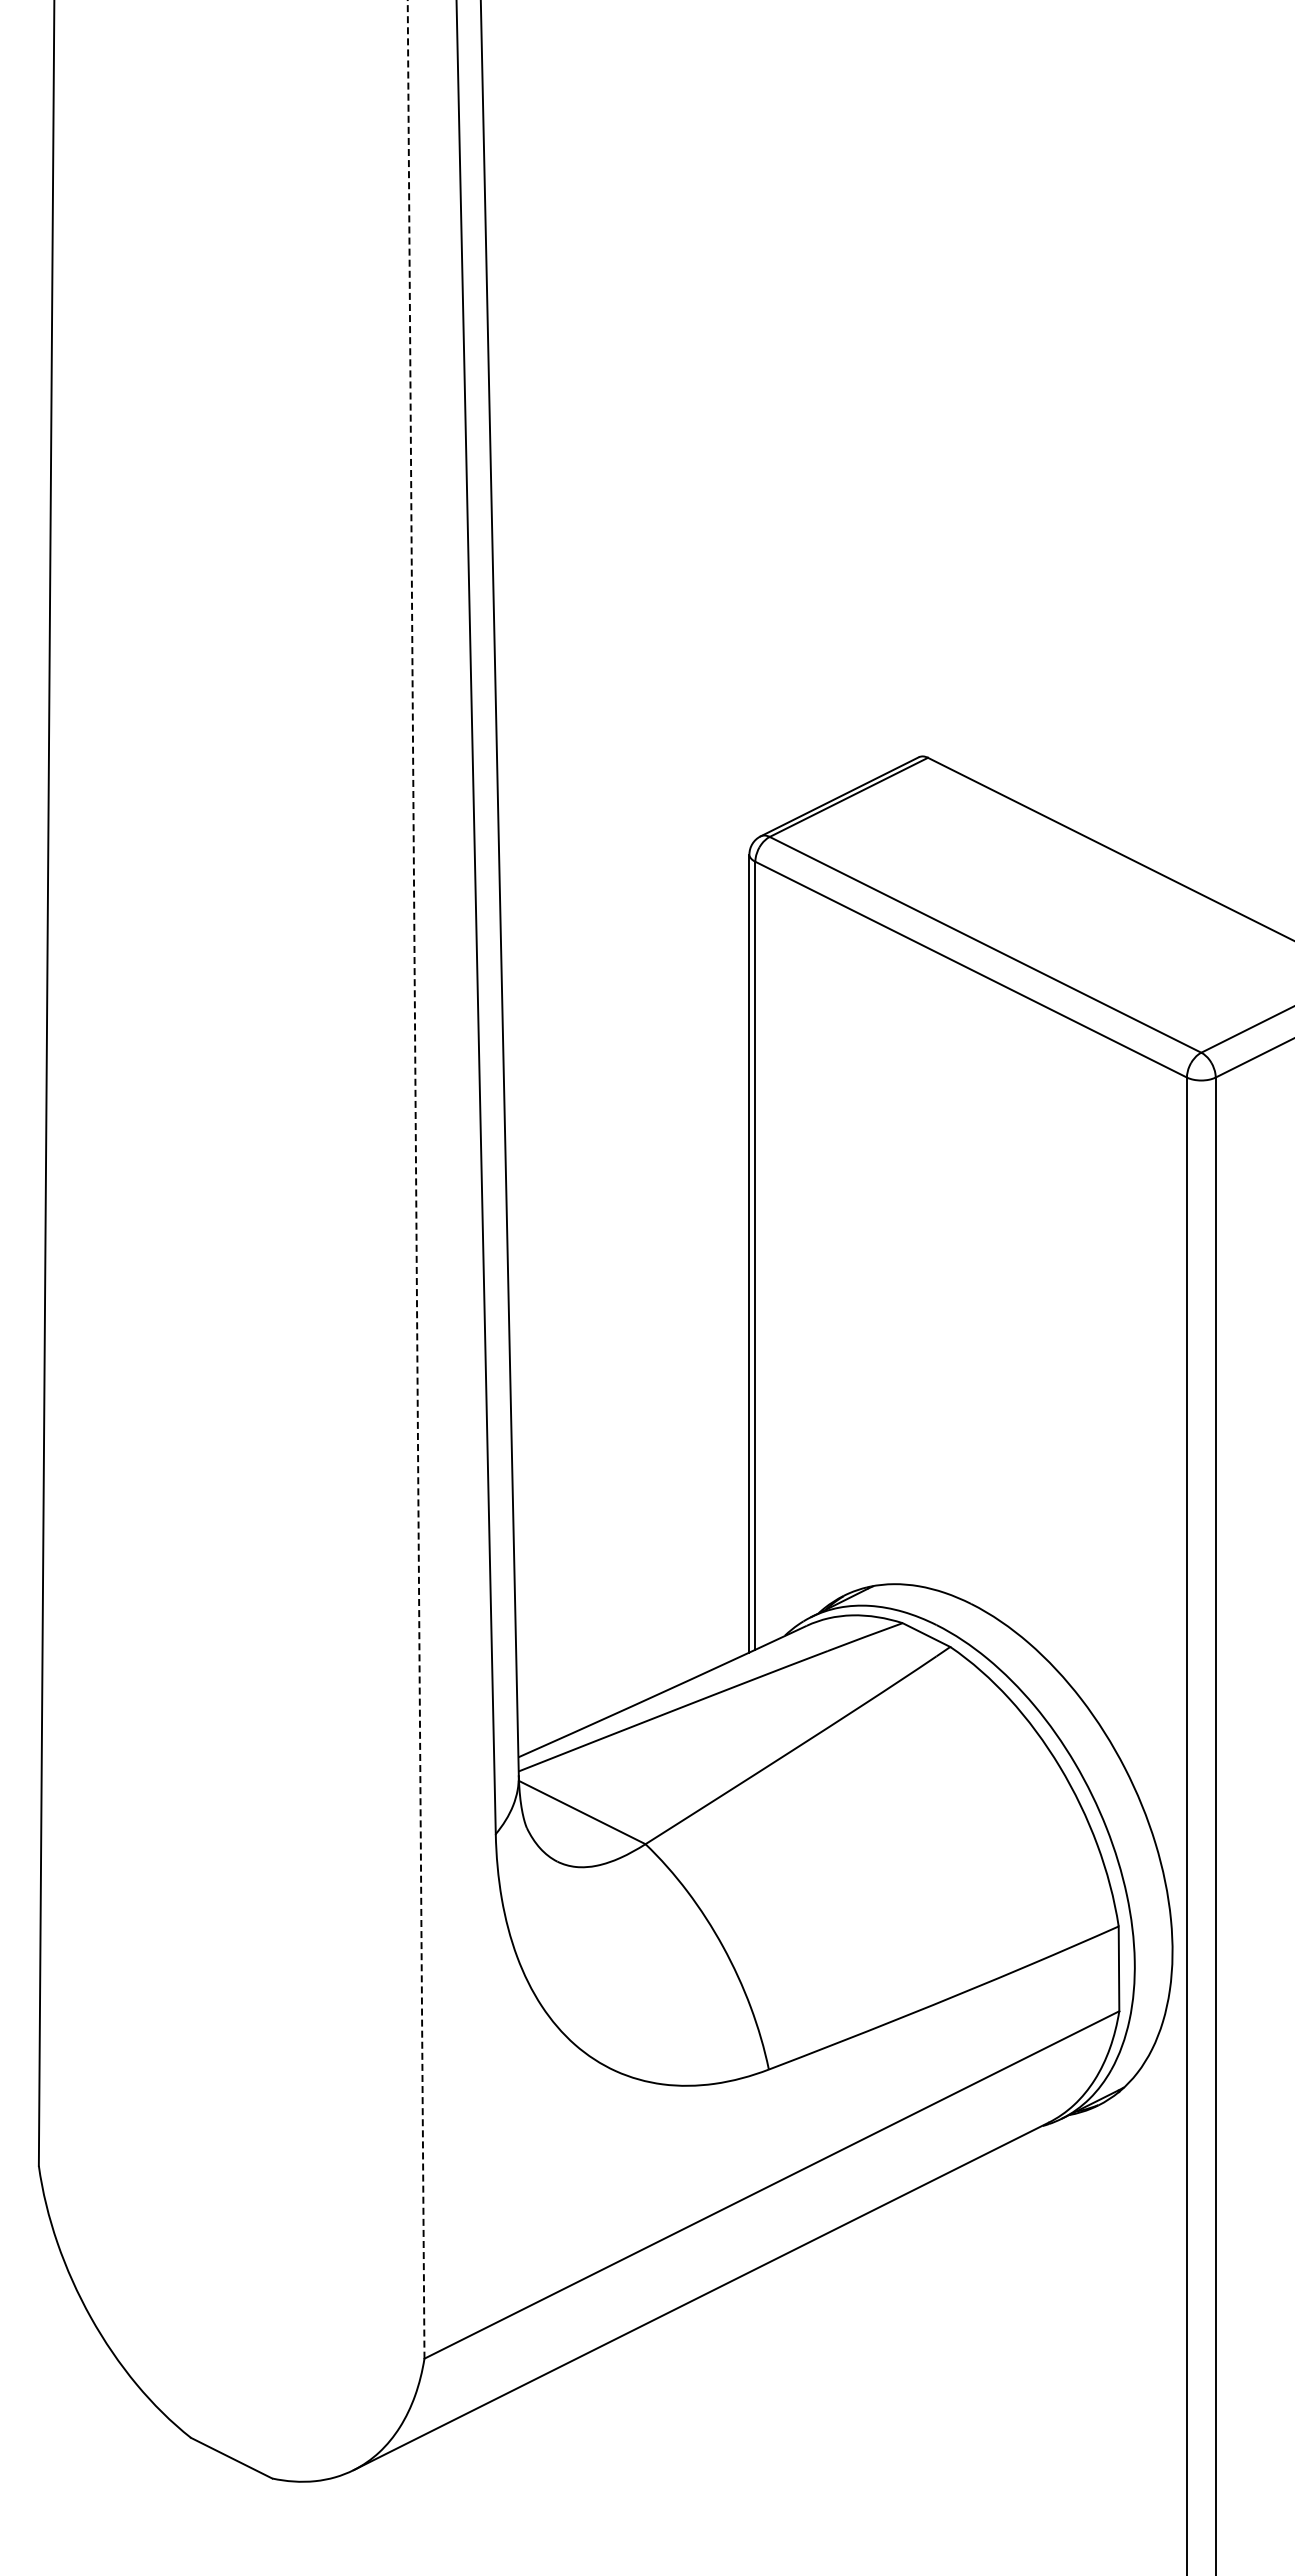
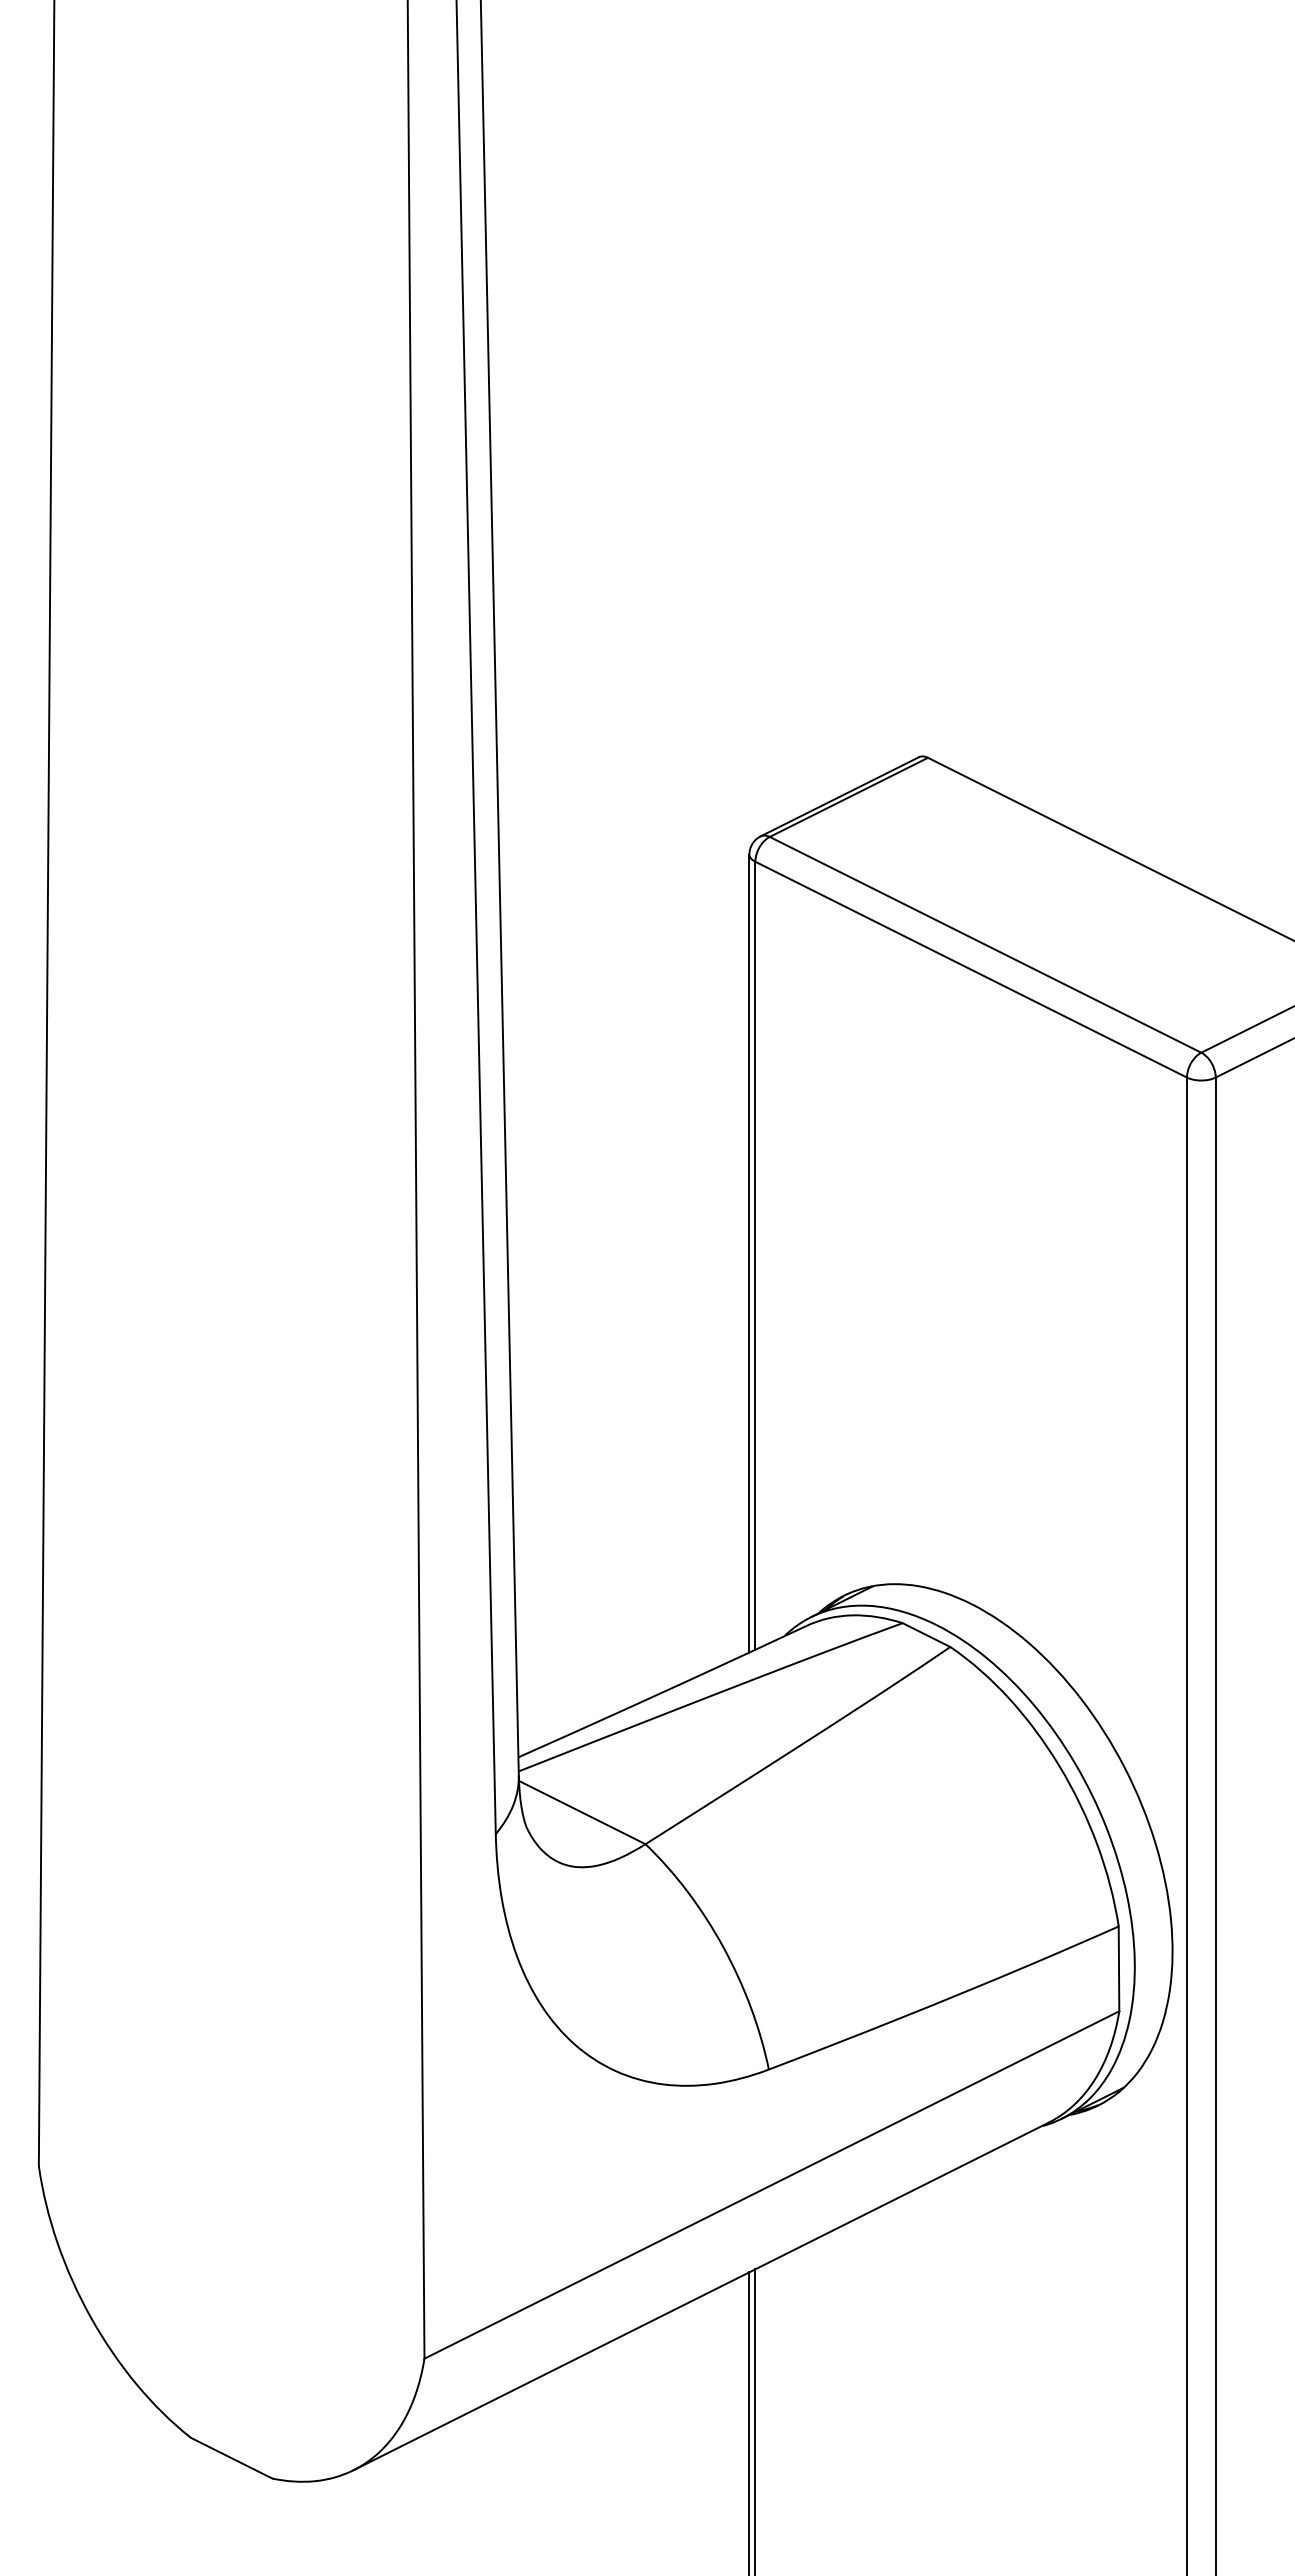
line at (416, 1179): dashed -> solid
line at (755, 2420): none -> present
line at (749, 2422): none -> present
